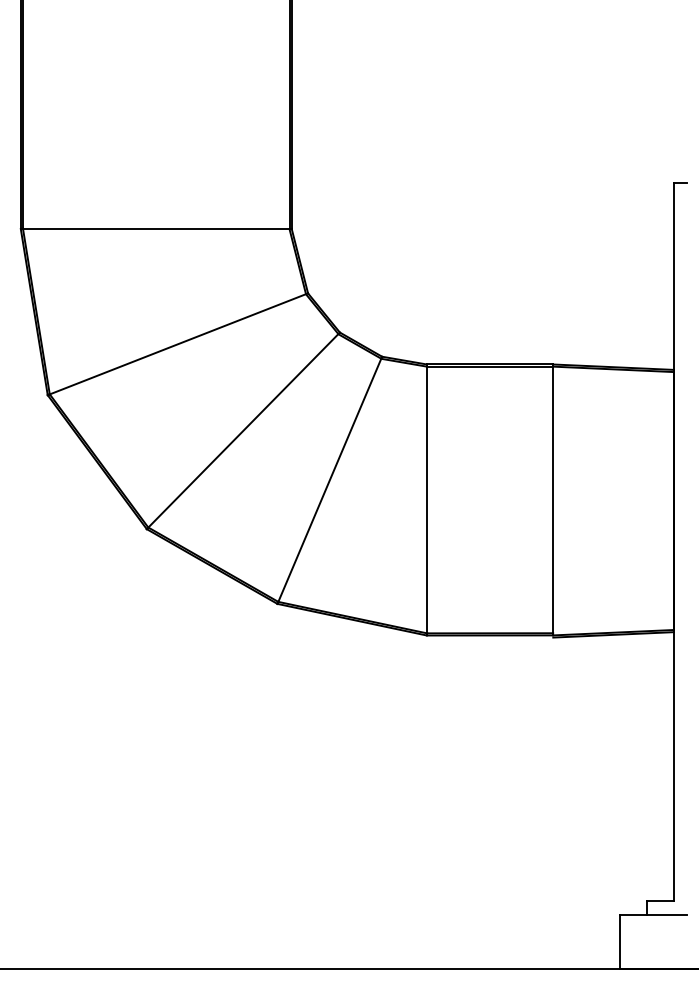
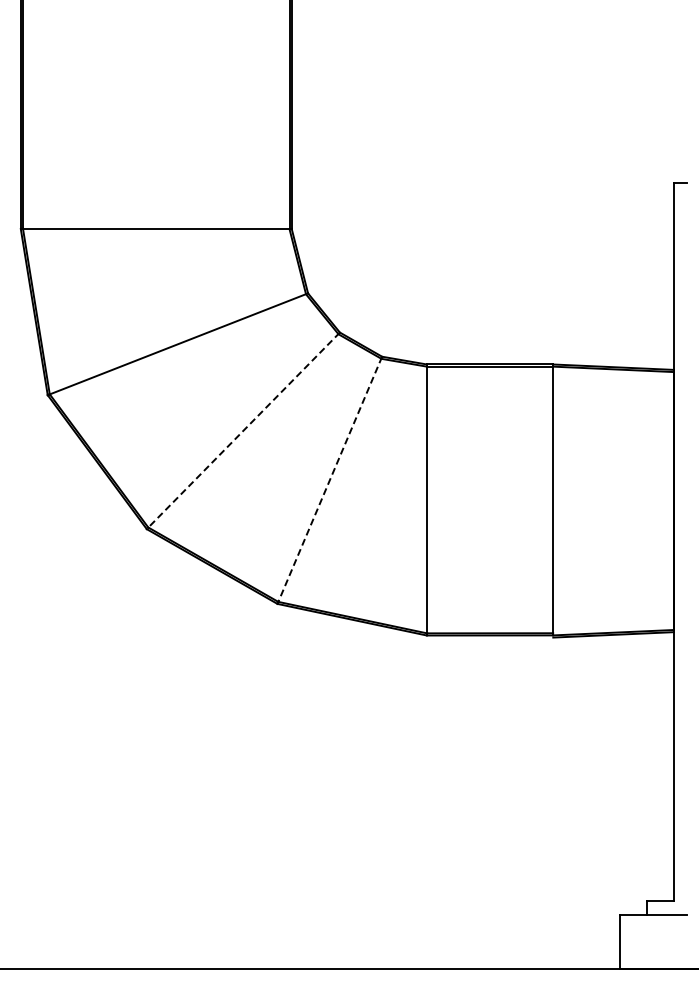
line at (243, 430): solid -> dashed
line at (329, 480): solid -> dashed
